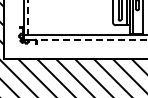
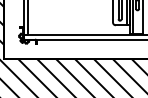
line at (28, 18): dashed -> solid
line at (91, 39): dashed -> solid
